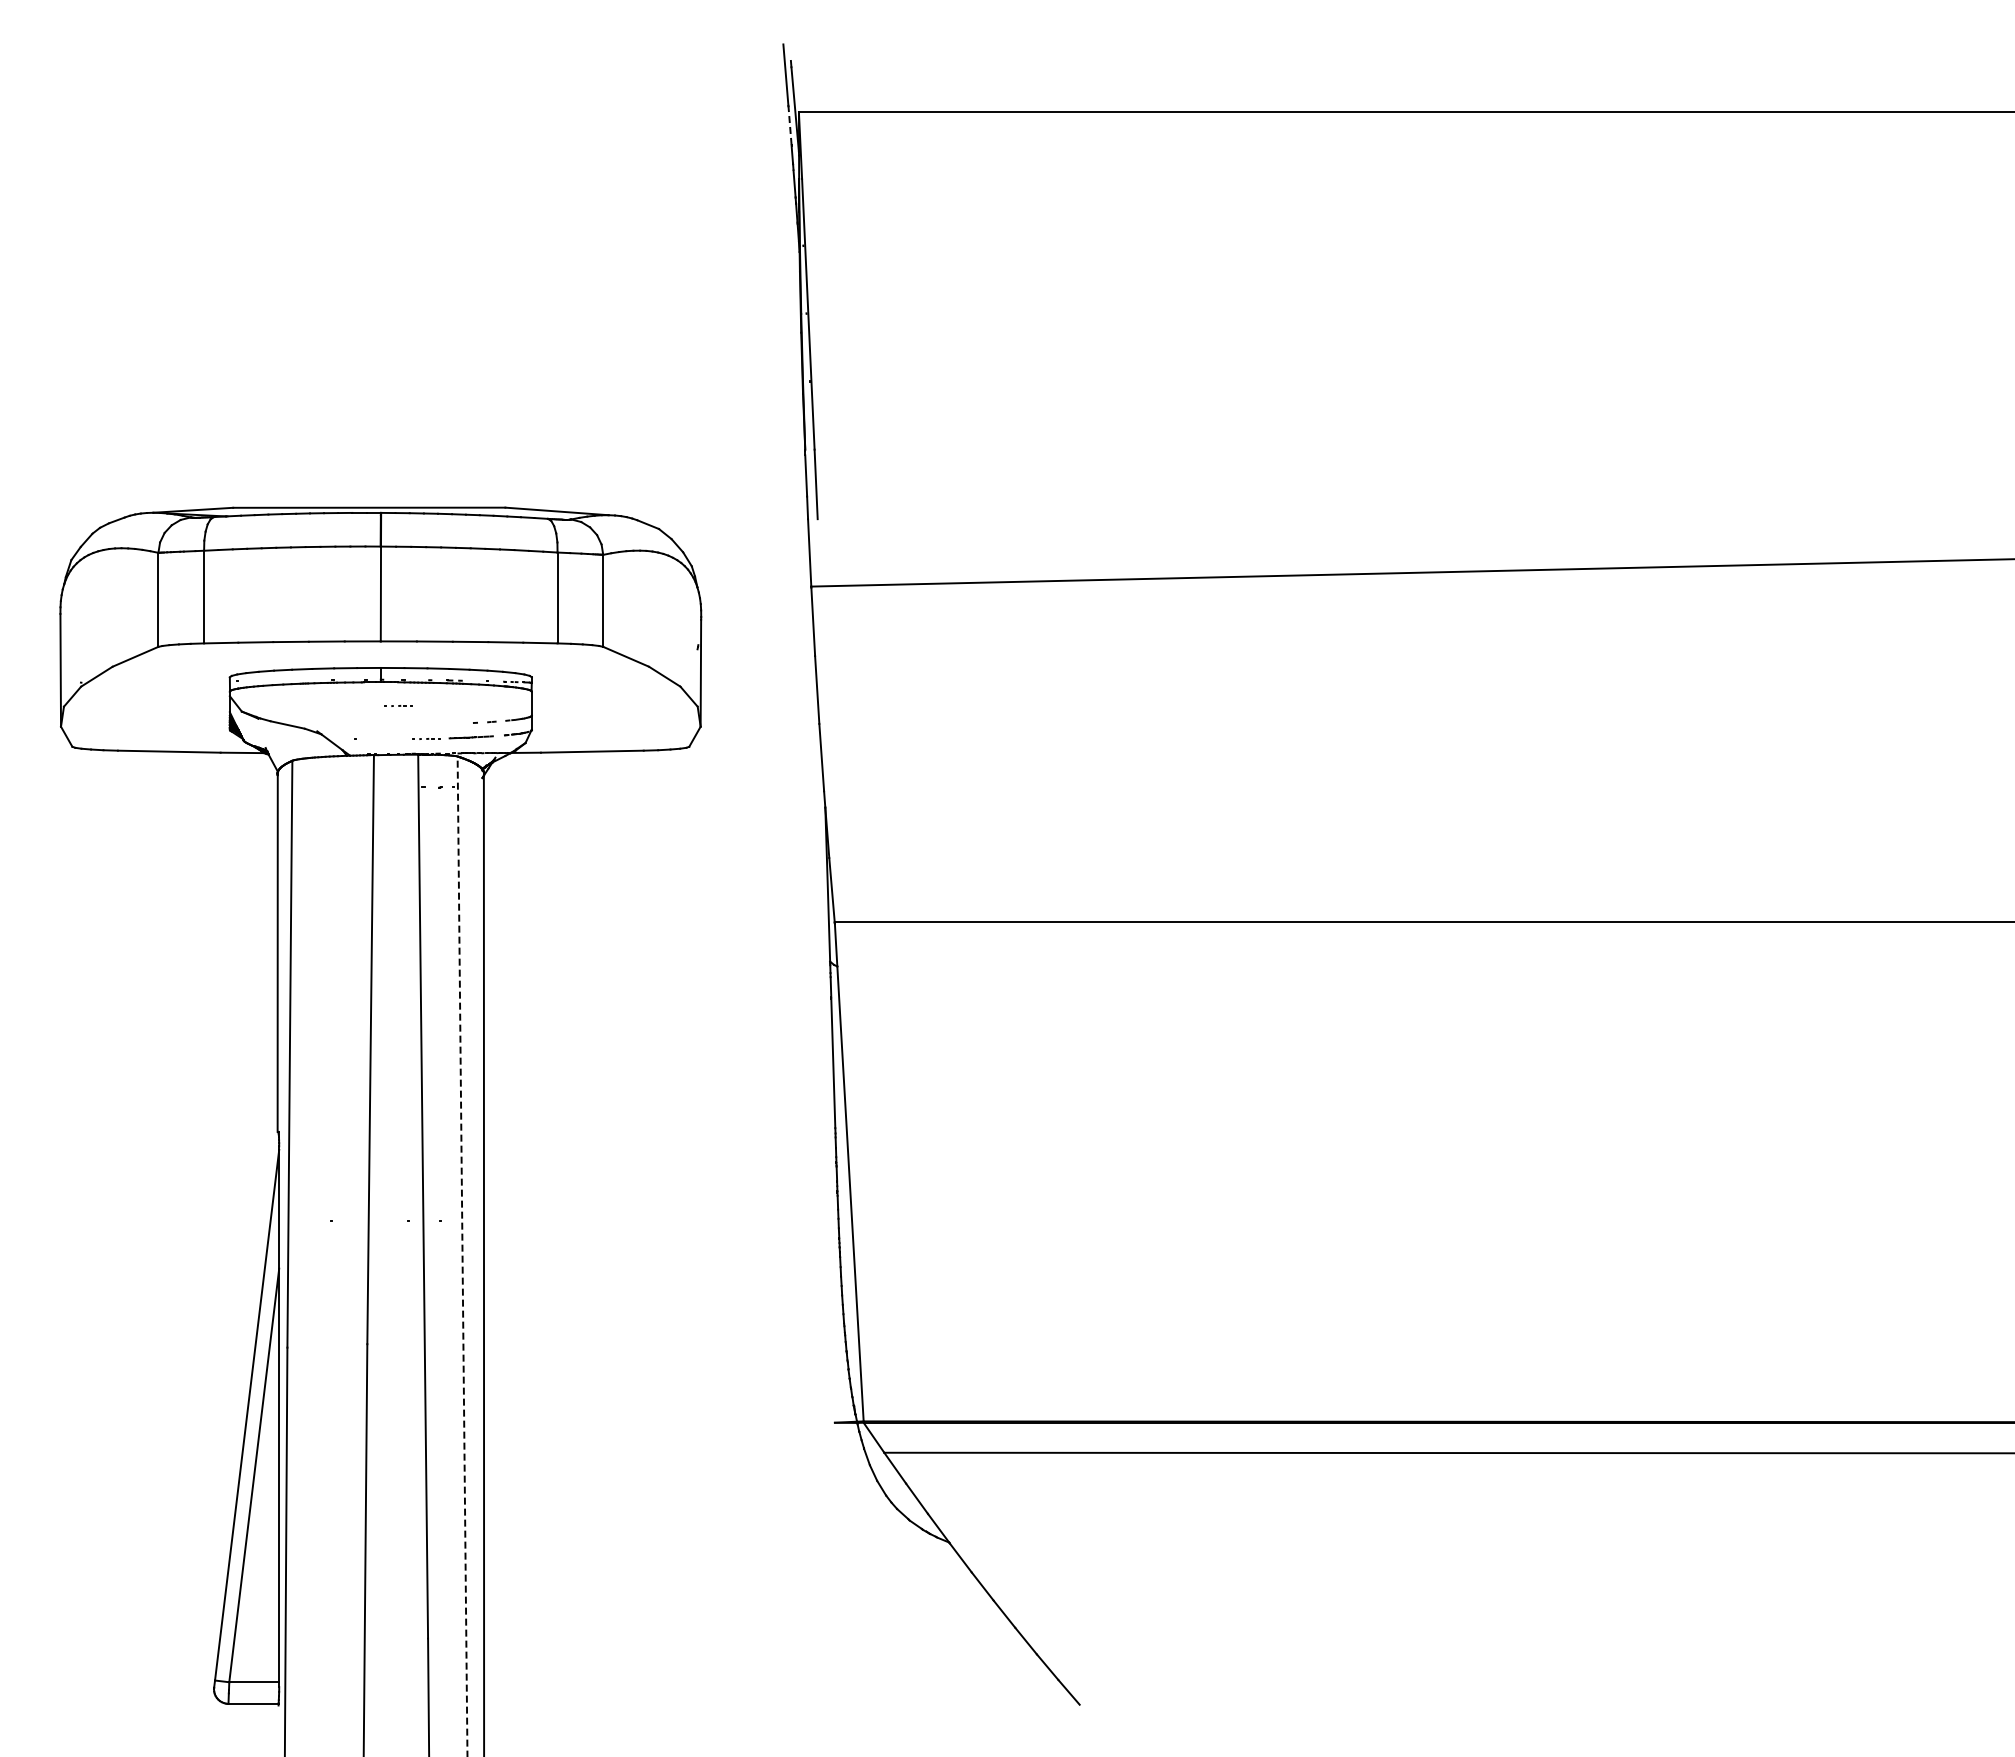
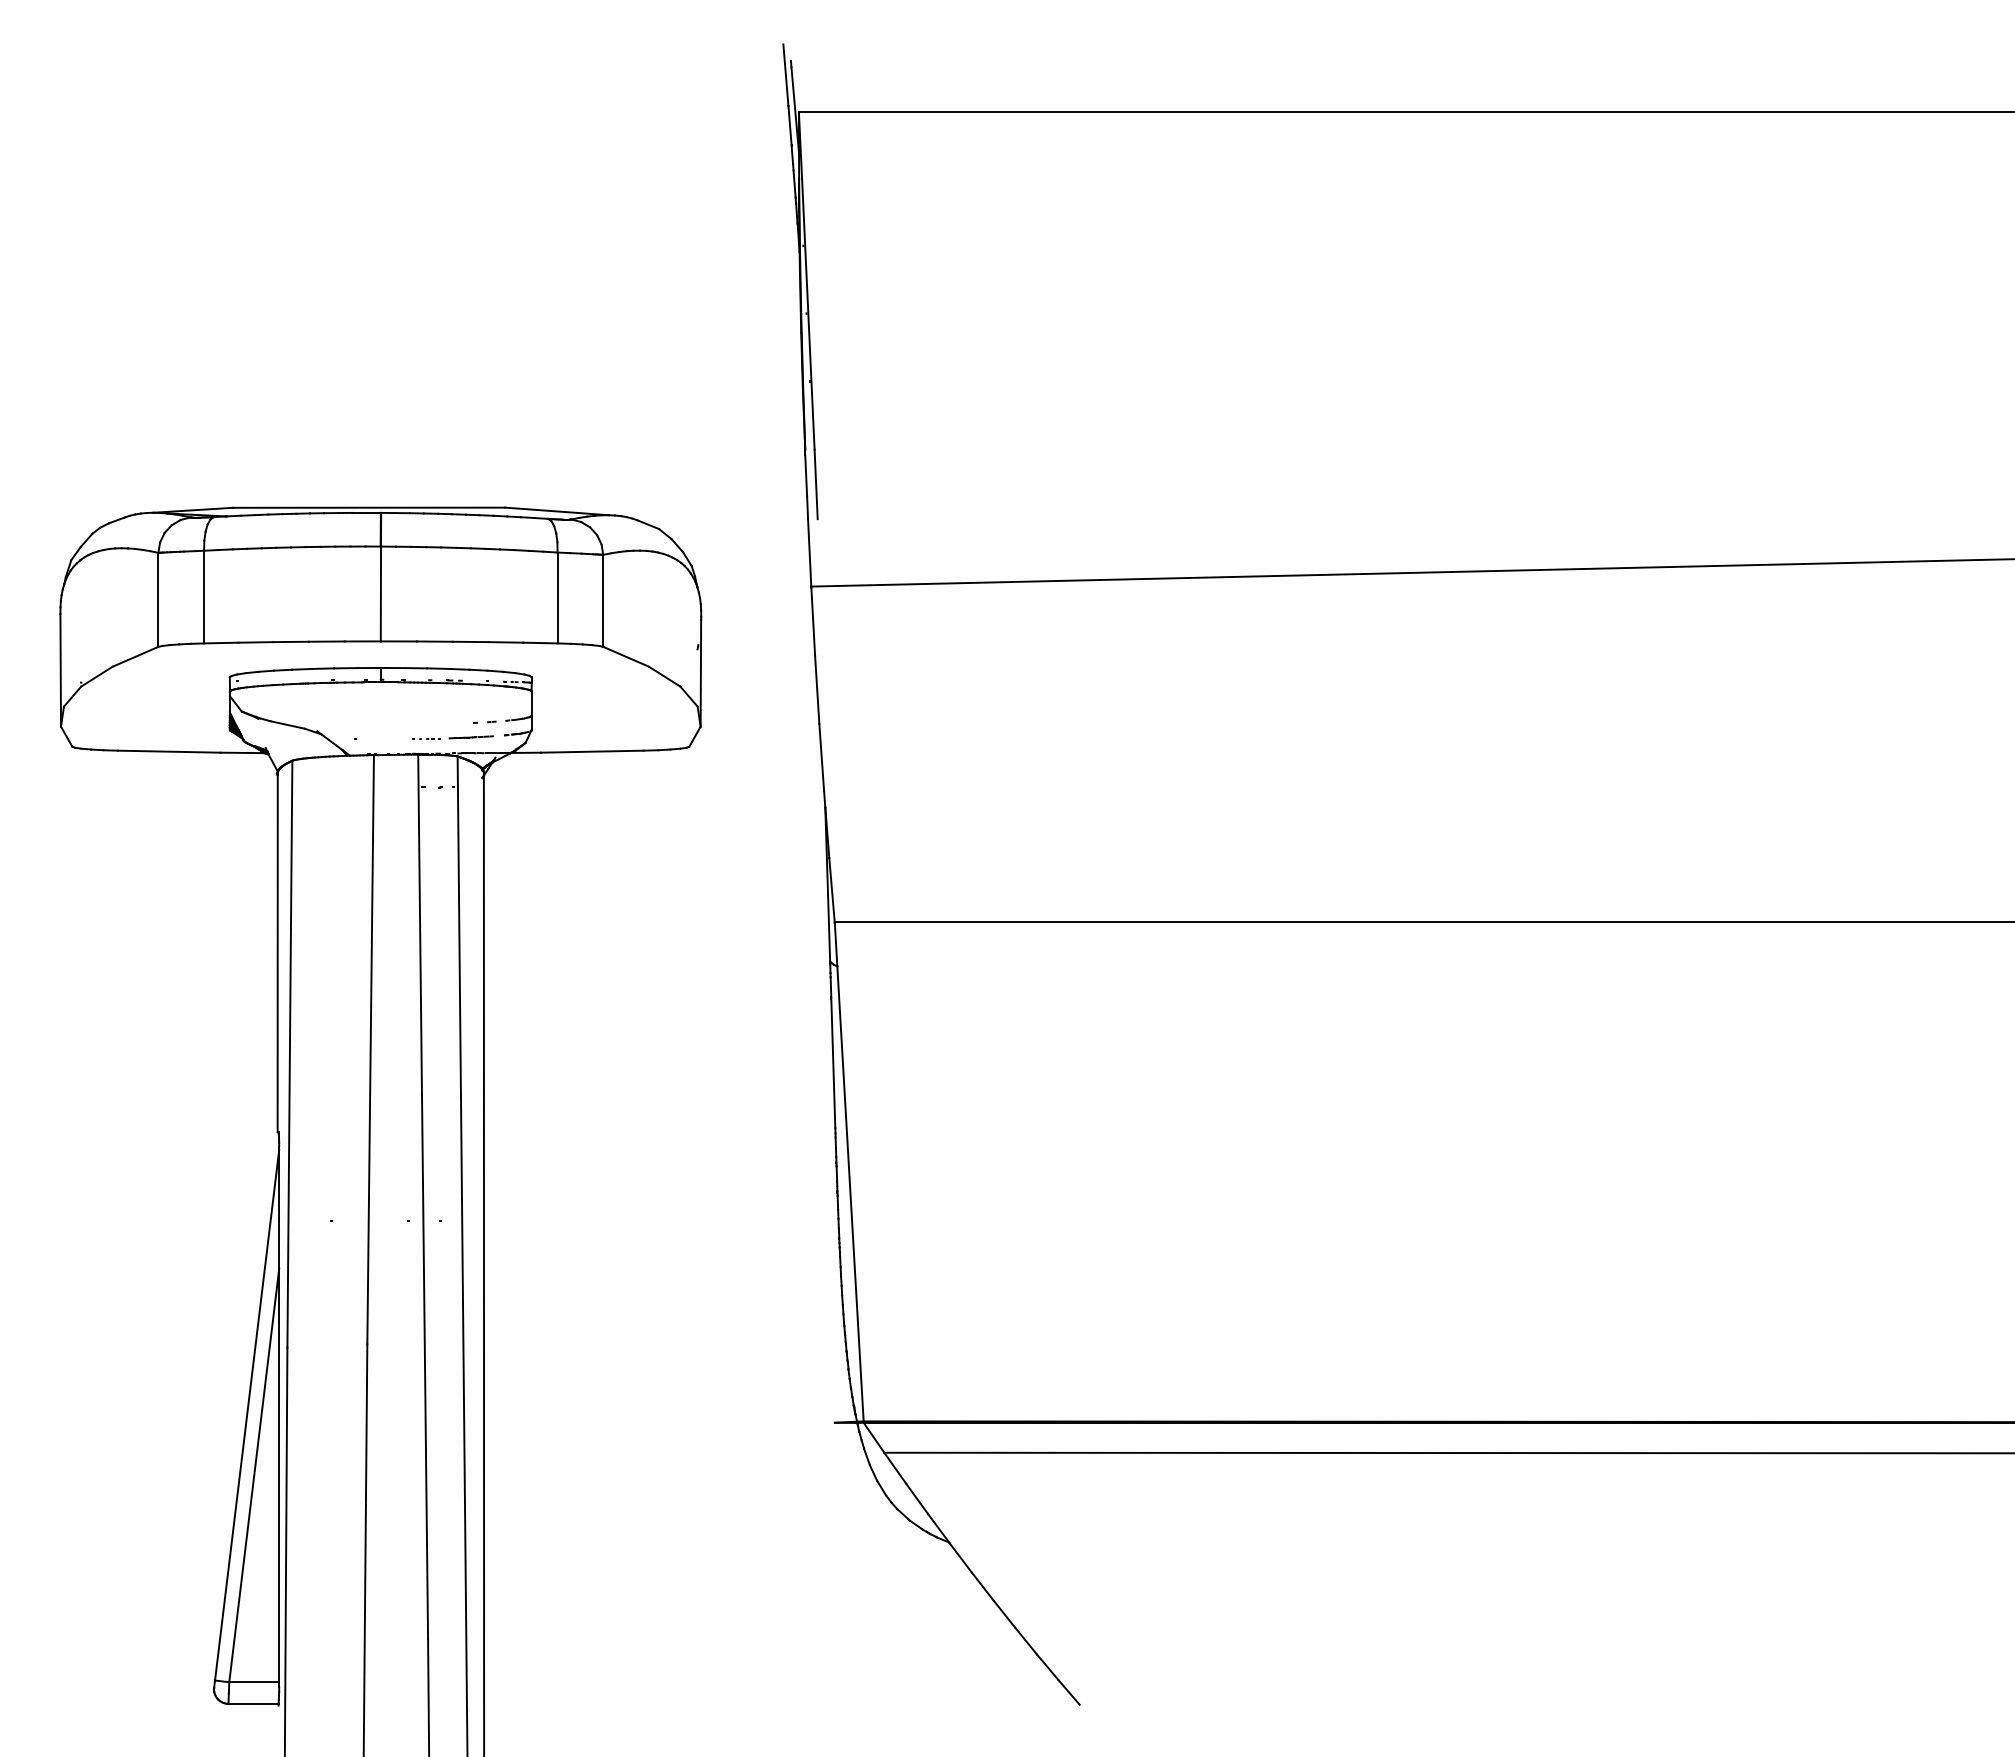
line at (790, 125): dashed -> solid
part at (398, 705): present -> none
line at (462, 1256): dashed -> solid
